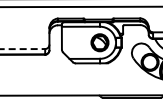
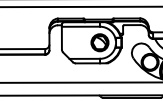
line at (23, 49): dashed -> solid
line at (80, 82): none -> present
